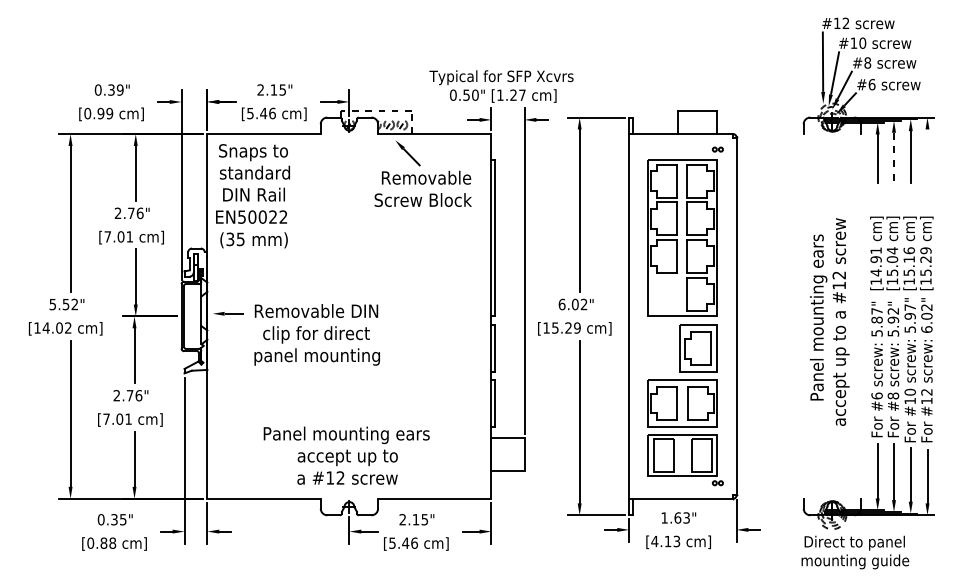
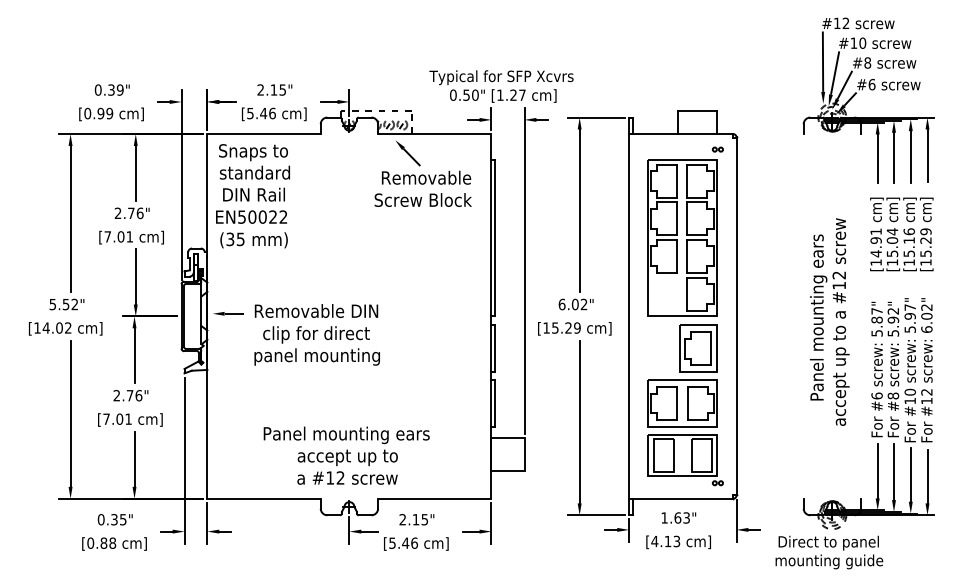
line at (927, 155): none -> present
line at (894, 157): dashed -> solid
text at (901, 253) position: (901, 253) -> (901, 234)
text at (855, 552) position: (855, 552) -> (829, 552)
